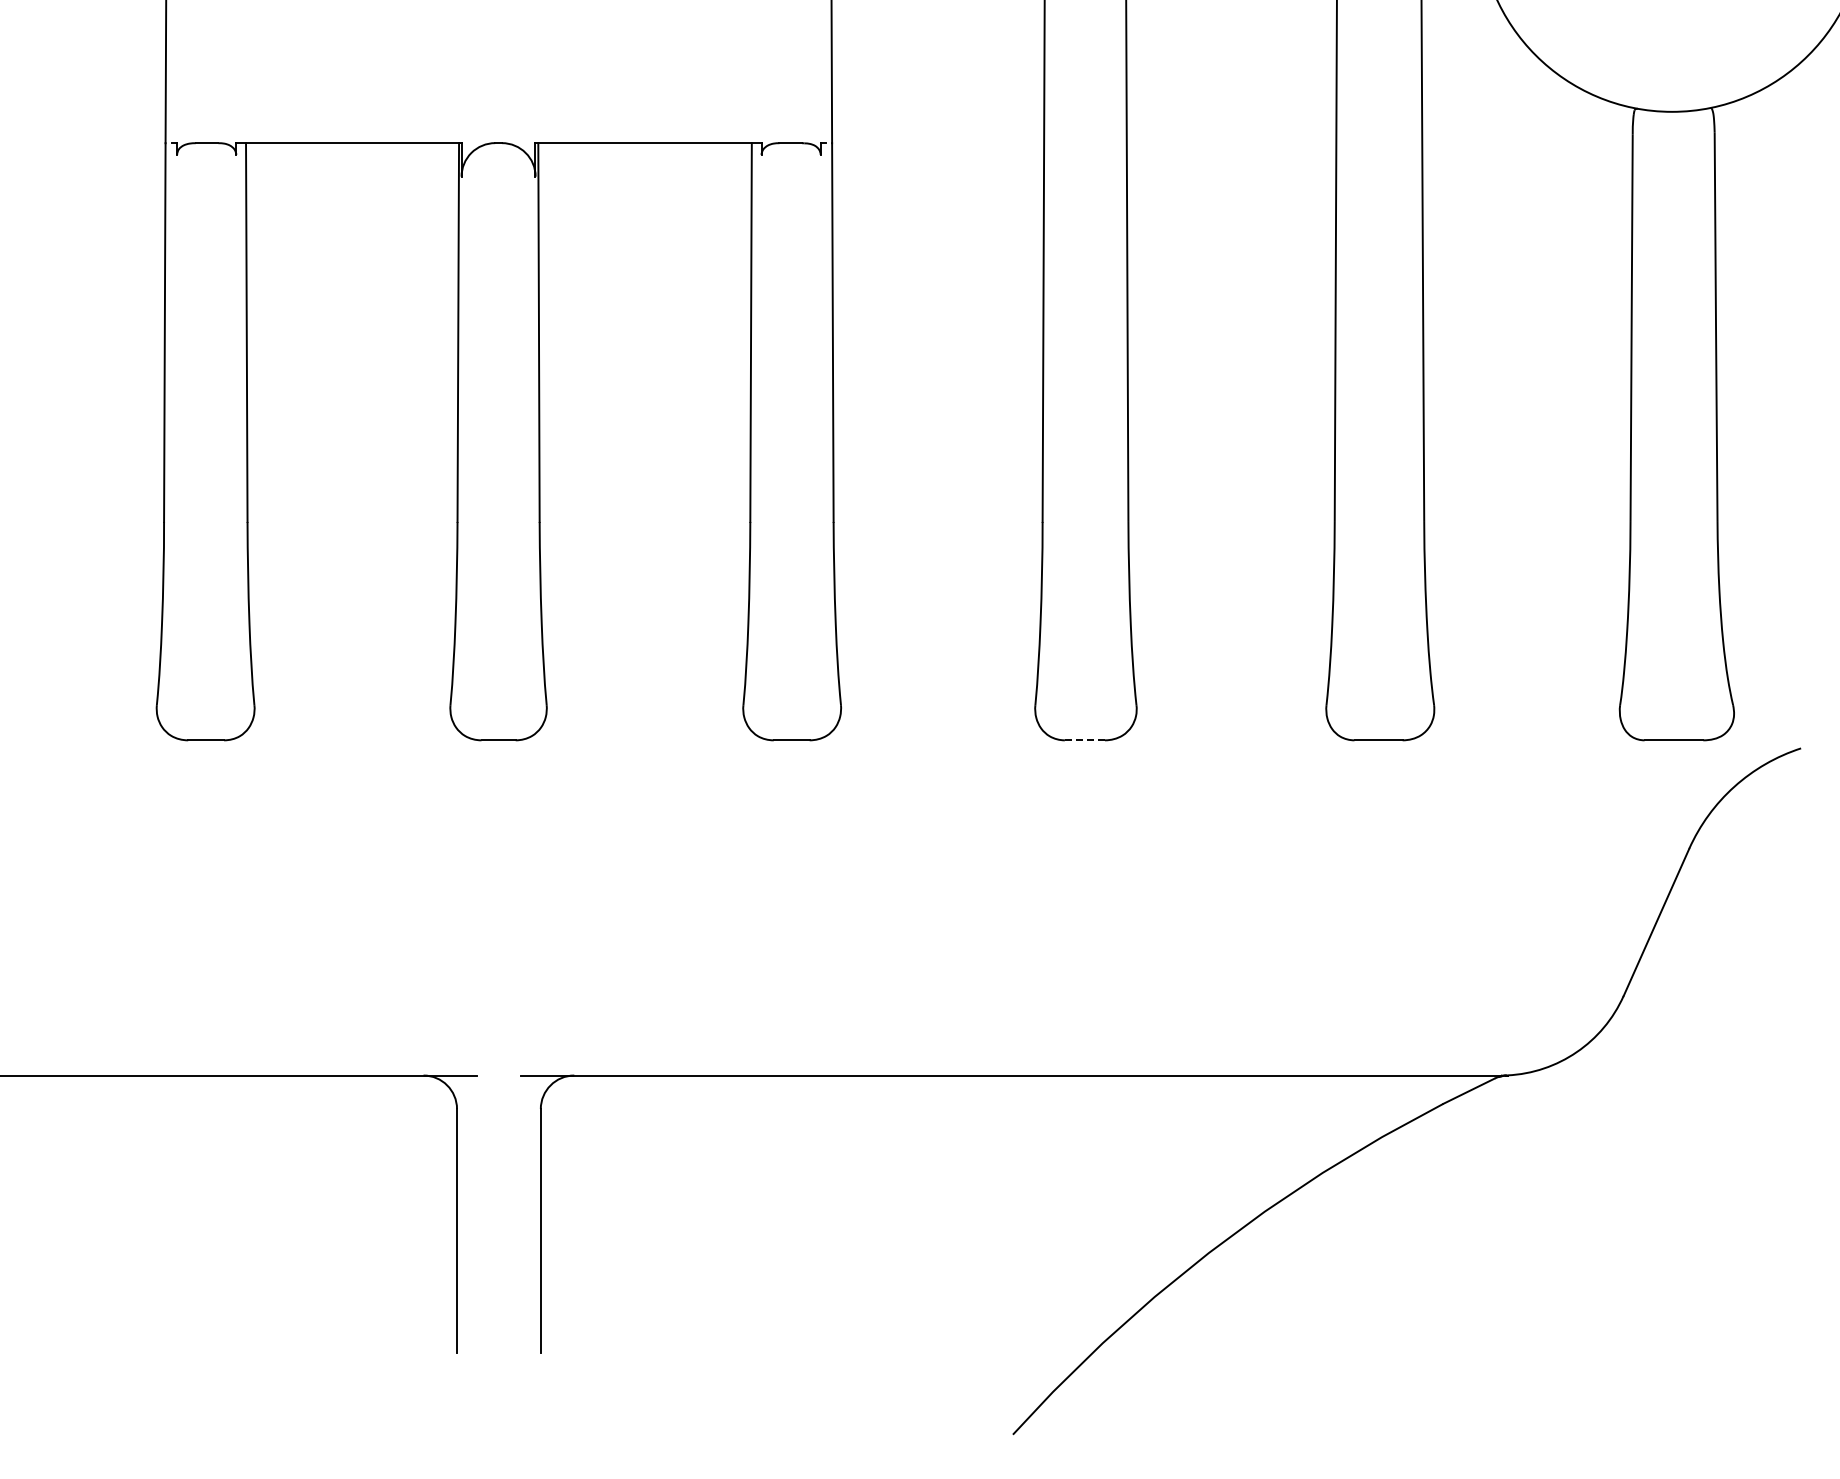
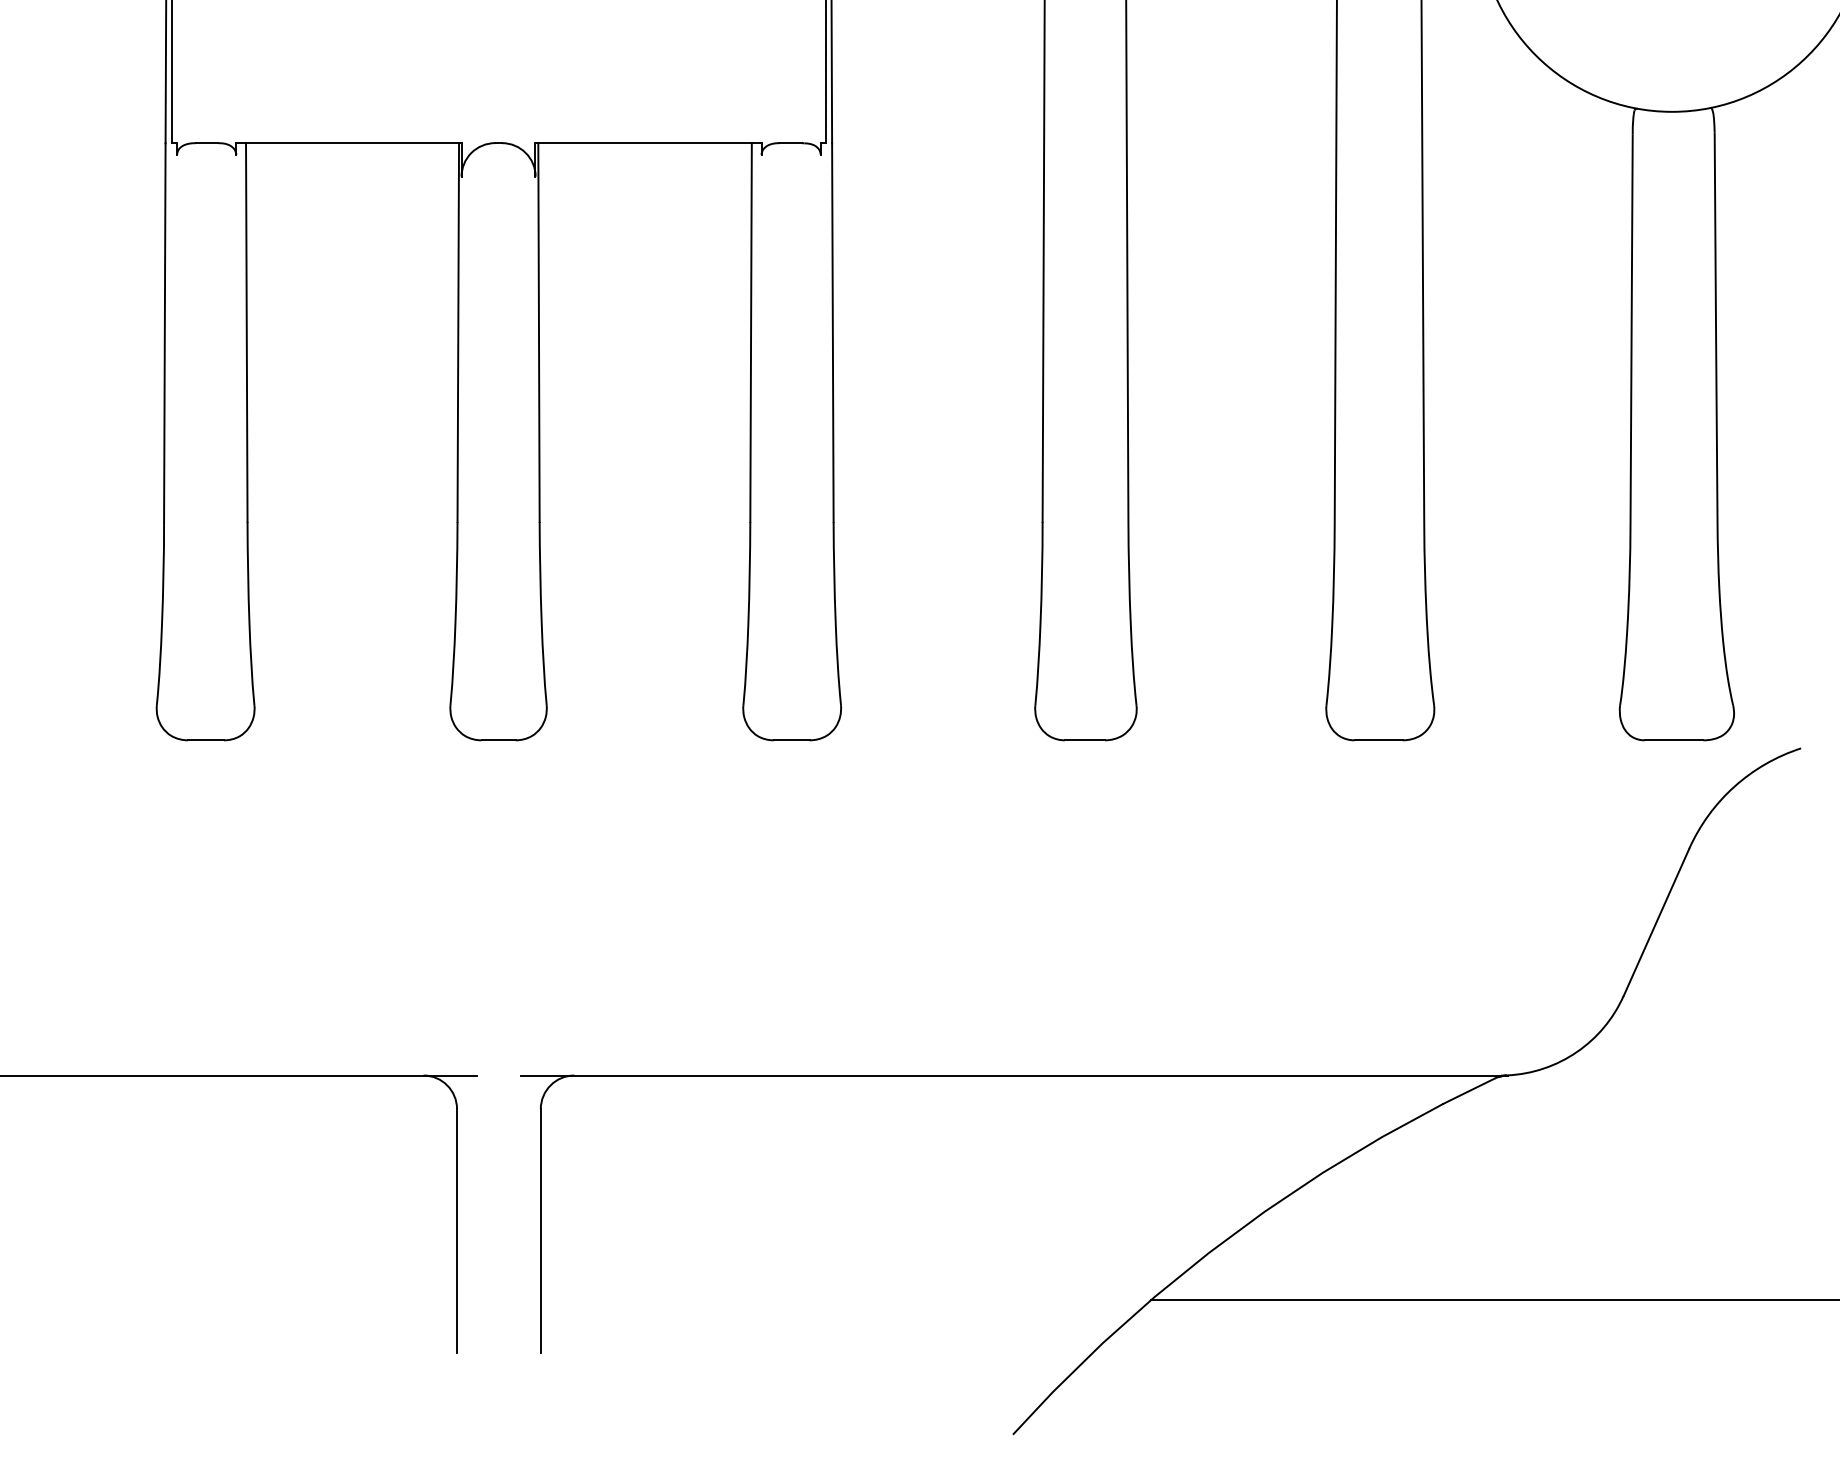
line at (172, 72): none -> present
line at (825, 72): none -> present
line at (1085, 740): dashed -> solid
line at (1493, 1300): none -> present
